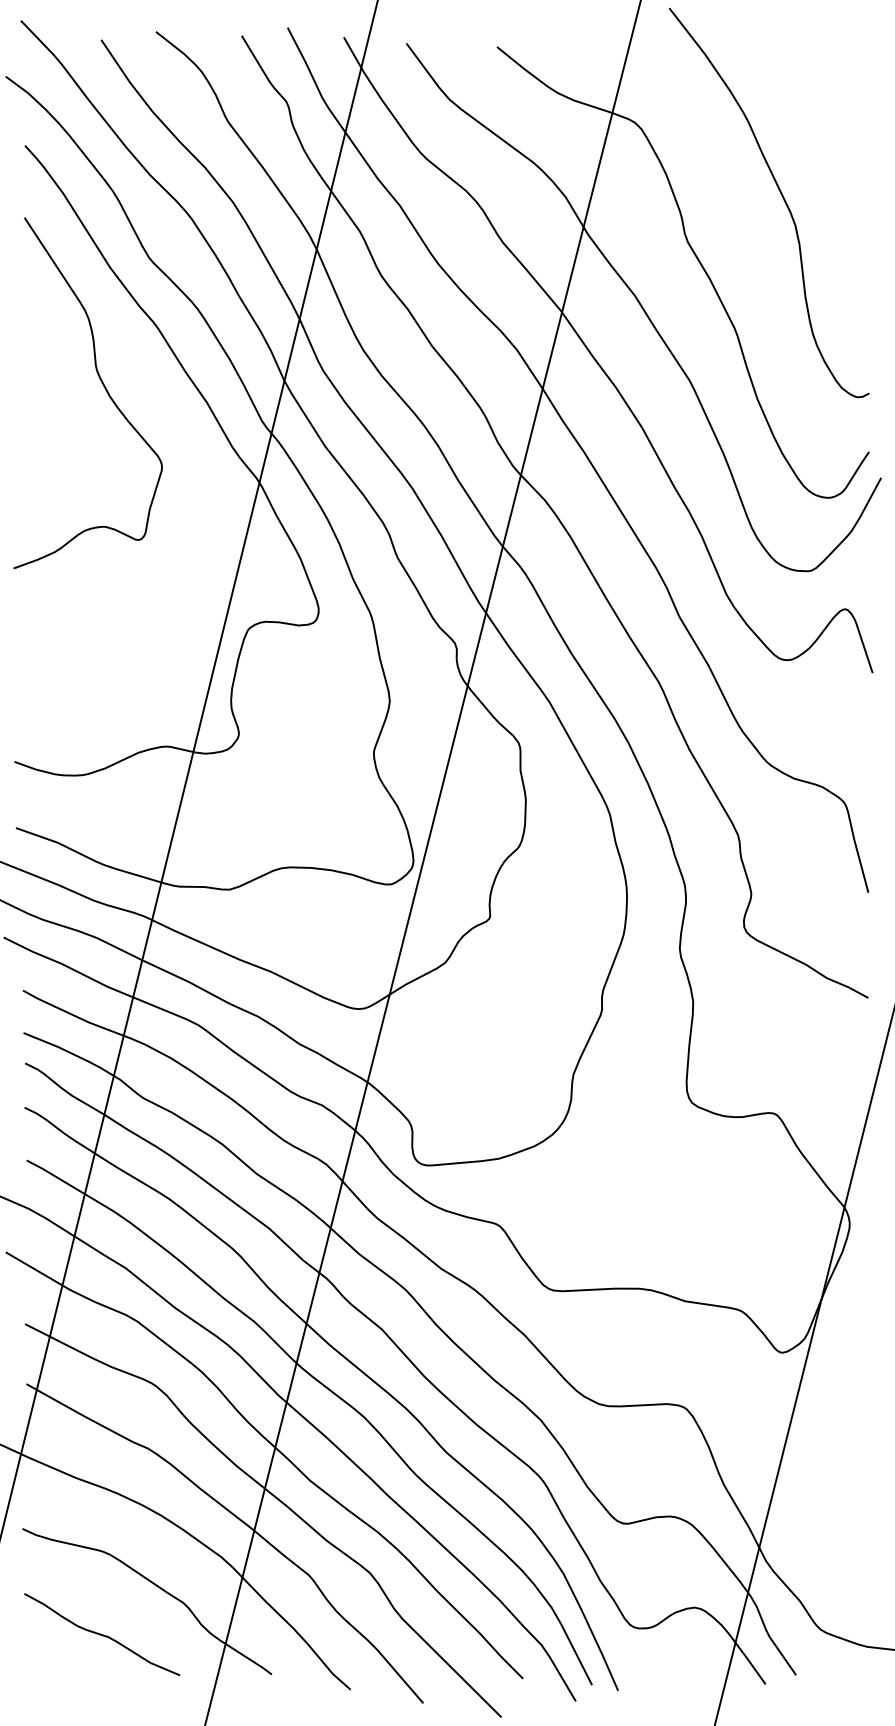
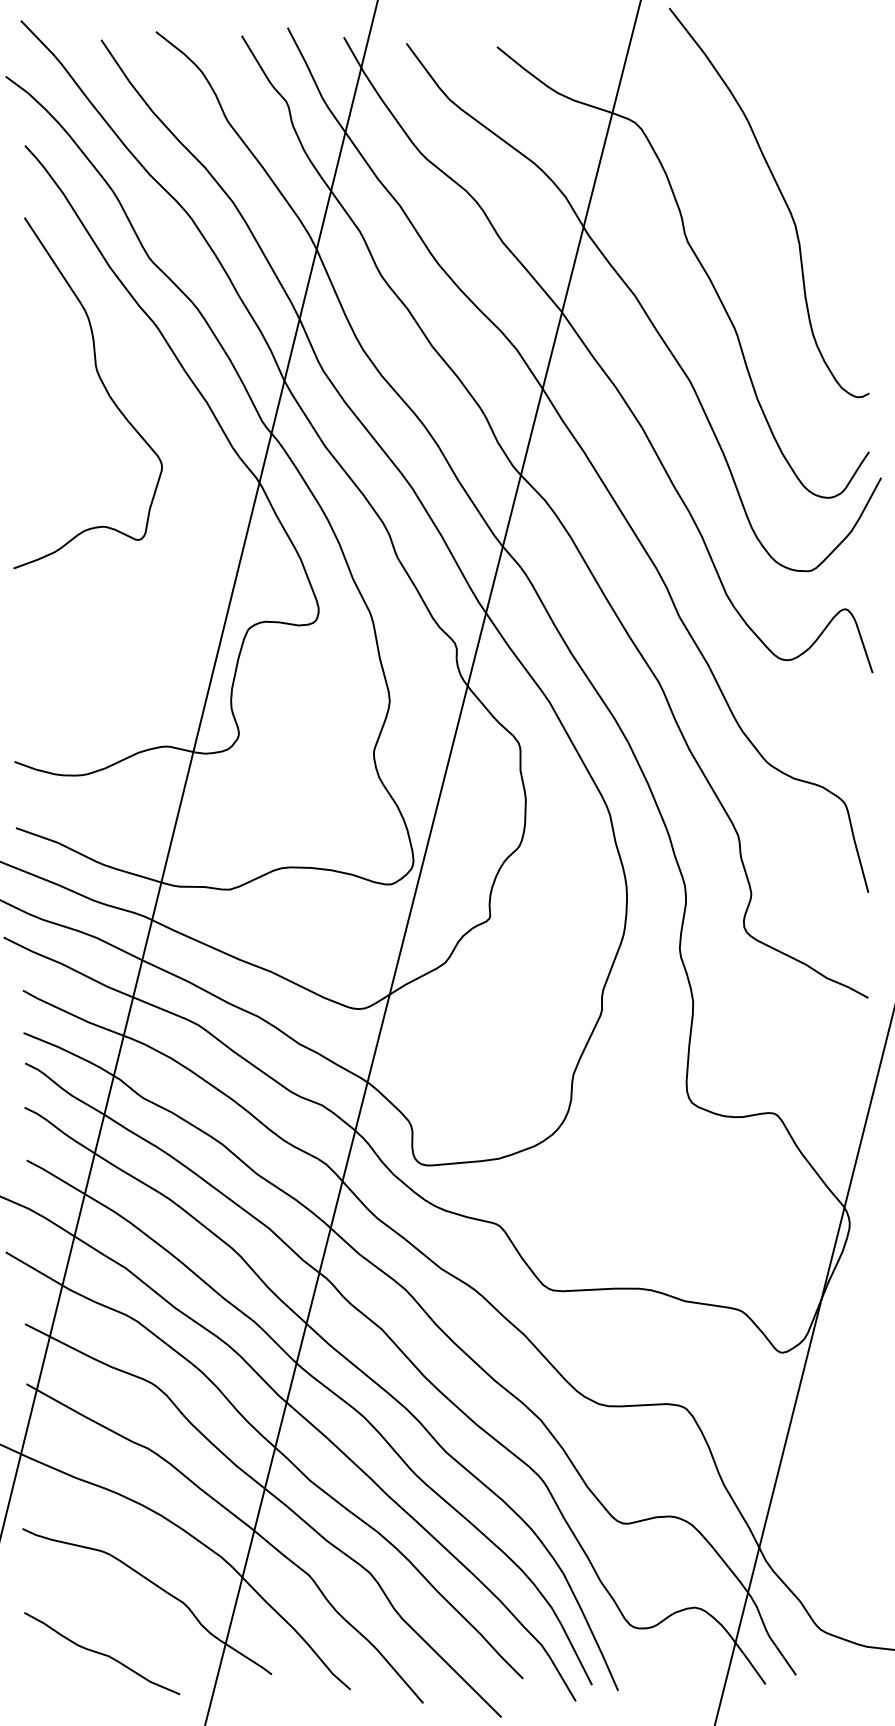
curve at (102, 1634) position: (102, 1634) -> (102, 1653)
